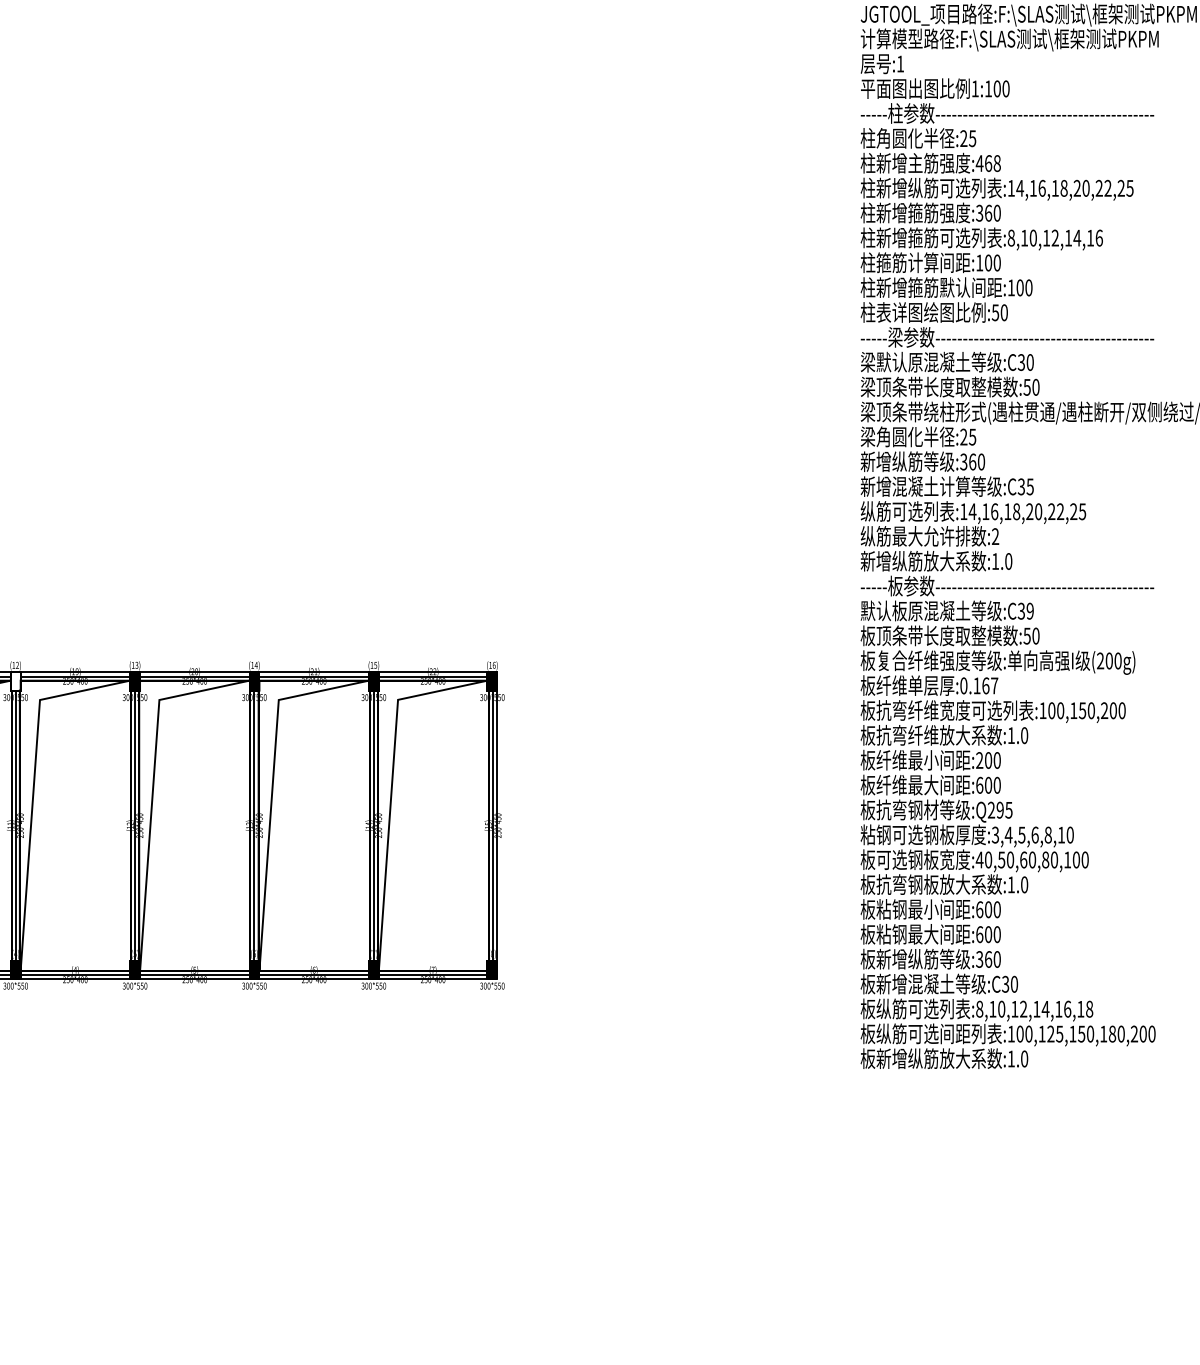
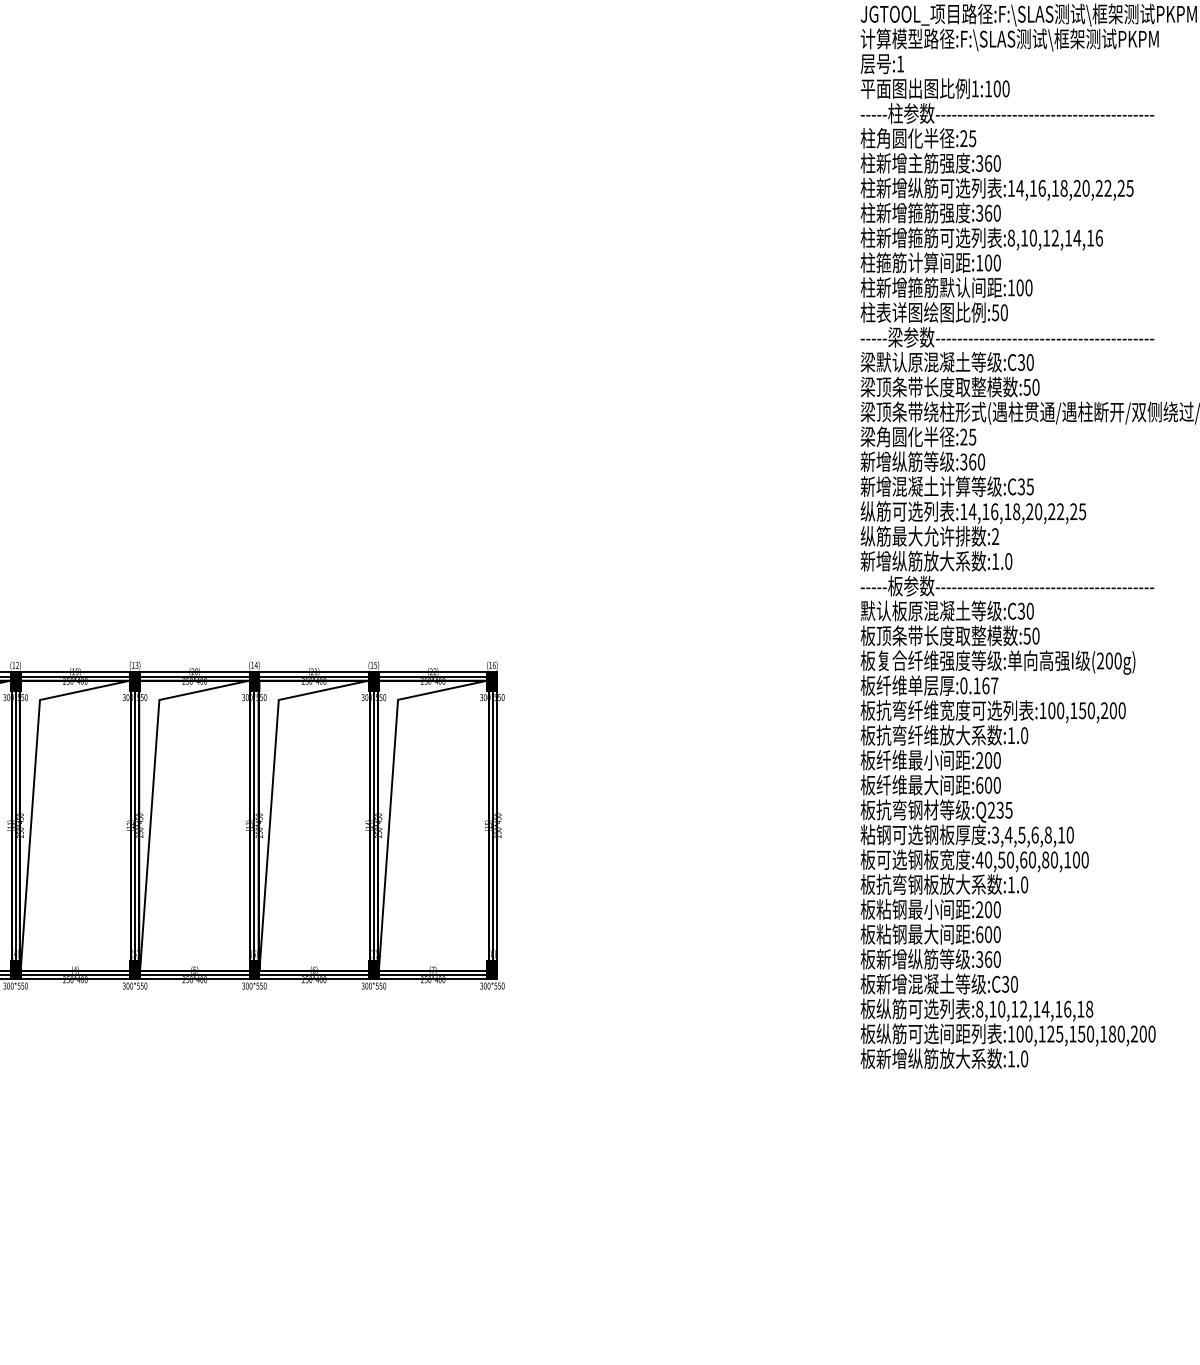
text at (987, 163): :468 -> :360
text at (1029, 611): :C39 -> :C30
fill at (15, 681): none -> present
text at (999, 810): :Q295 -> :Q235
text at (979, 909): :600 -> :200
